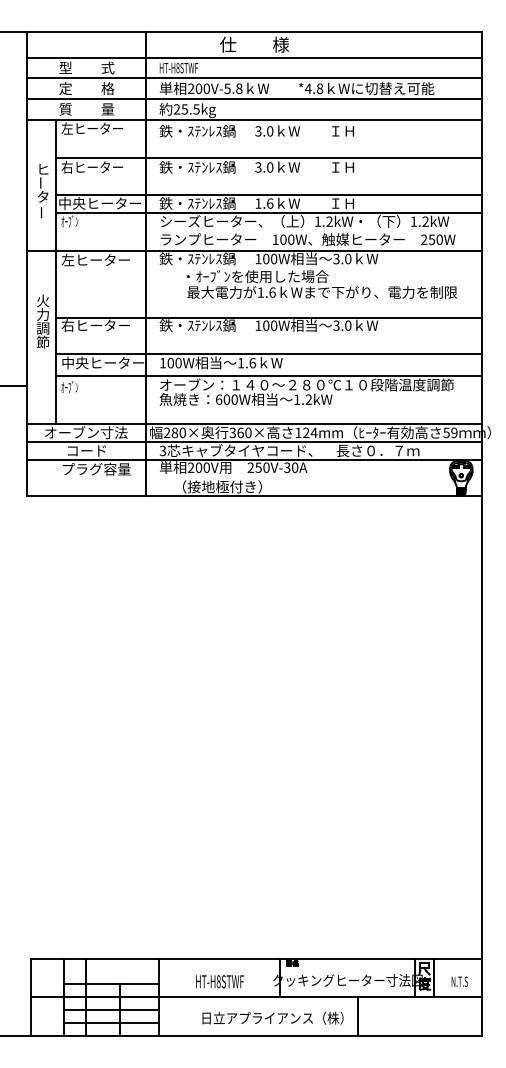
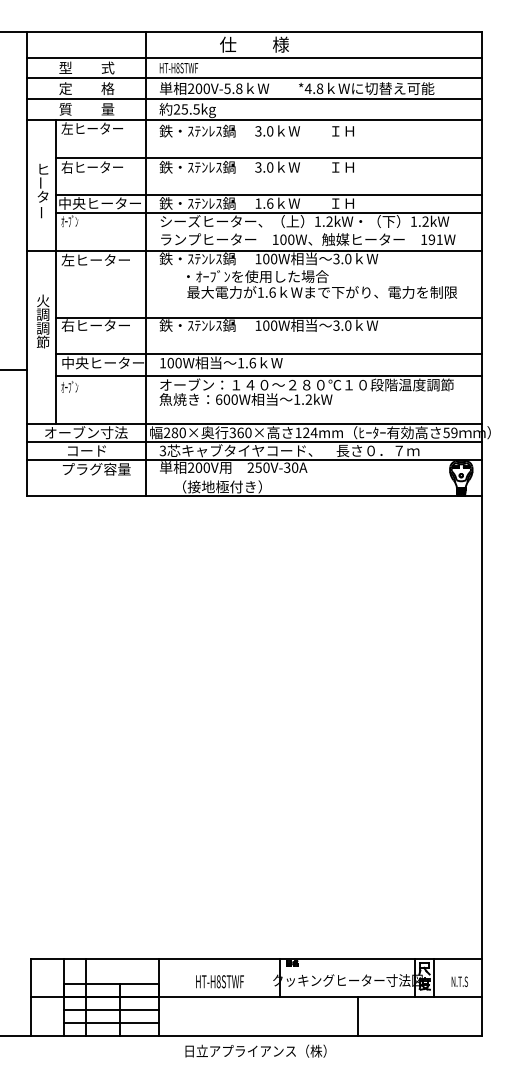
text at (431, 239): 250W -> 191W
text at (42, 314): 力 -> 調
line at (14, 385) position: (14, 385) -> (14, 369)
text at (272, 1017) position: (272, 1017) -> (255, 1050)
